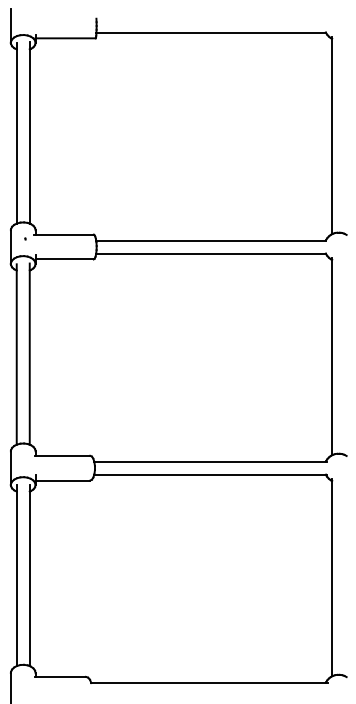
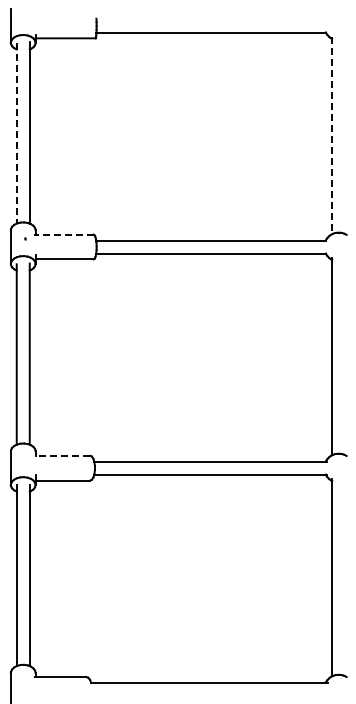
line at (16, 133): solid -> dashed
line at (332, 135): solid -> dashed
line at (63, 234): solid -> dashed
line at (62, 455): solid -> dashed
